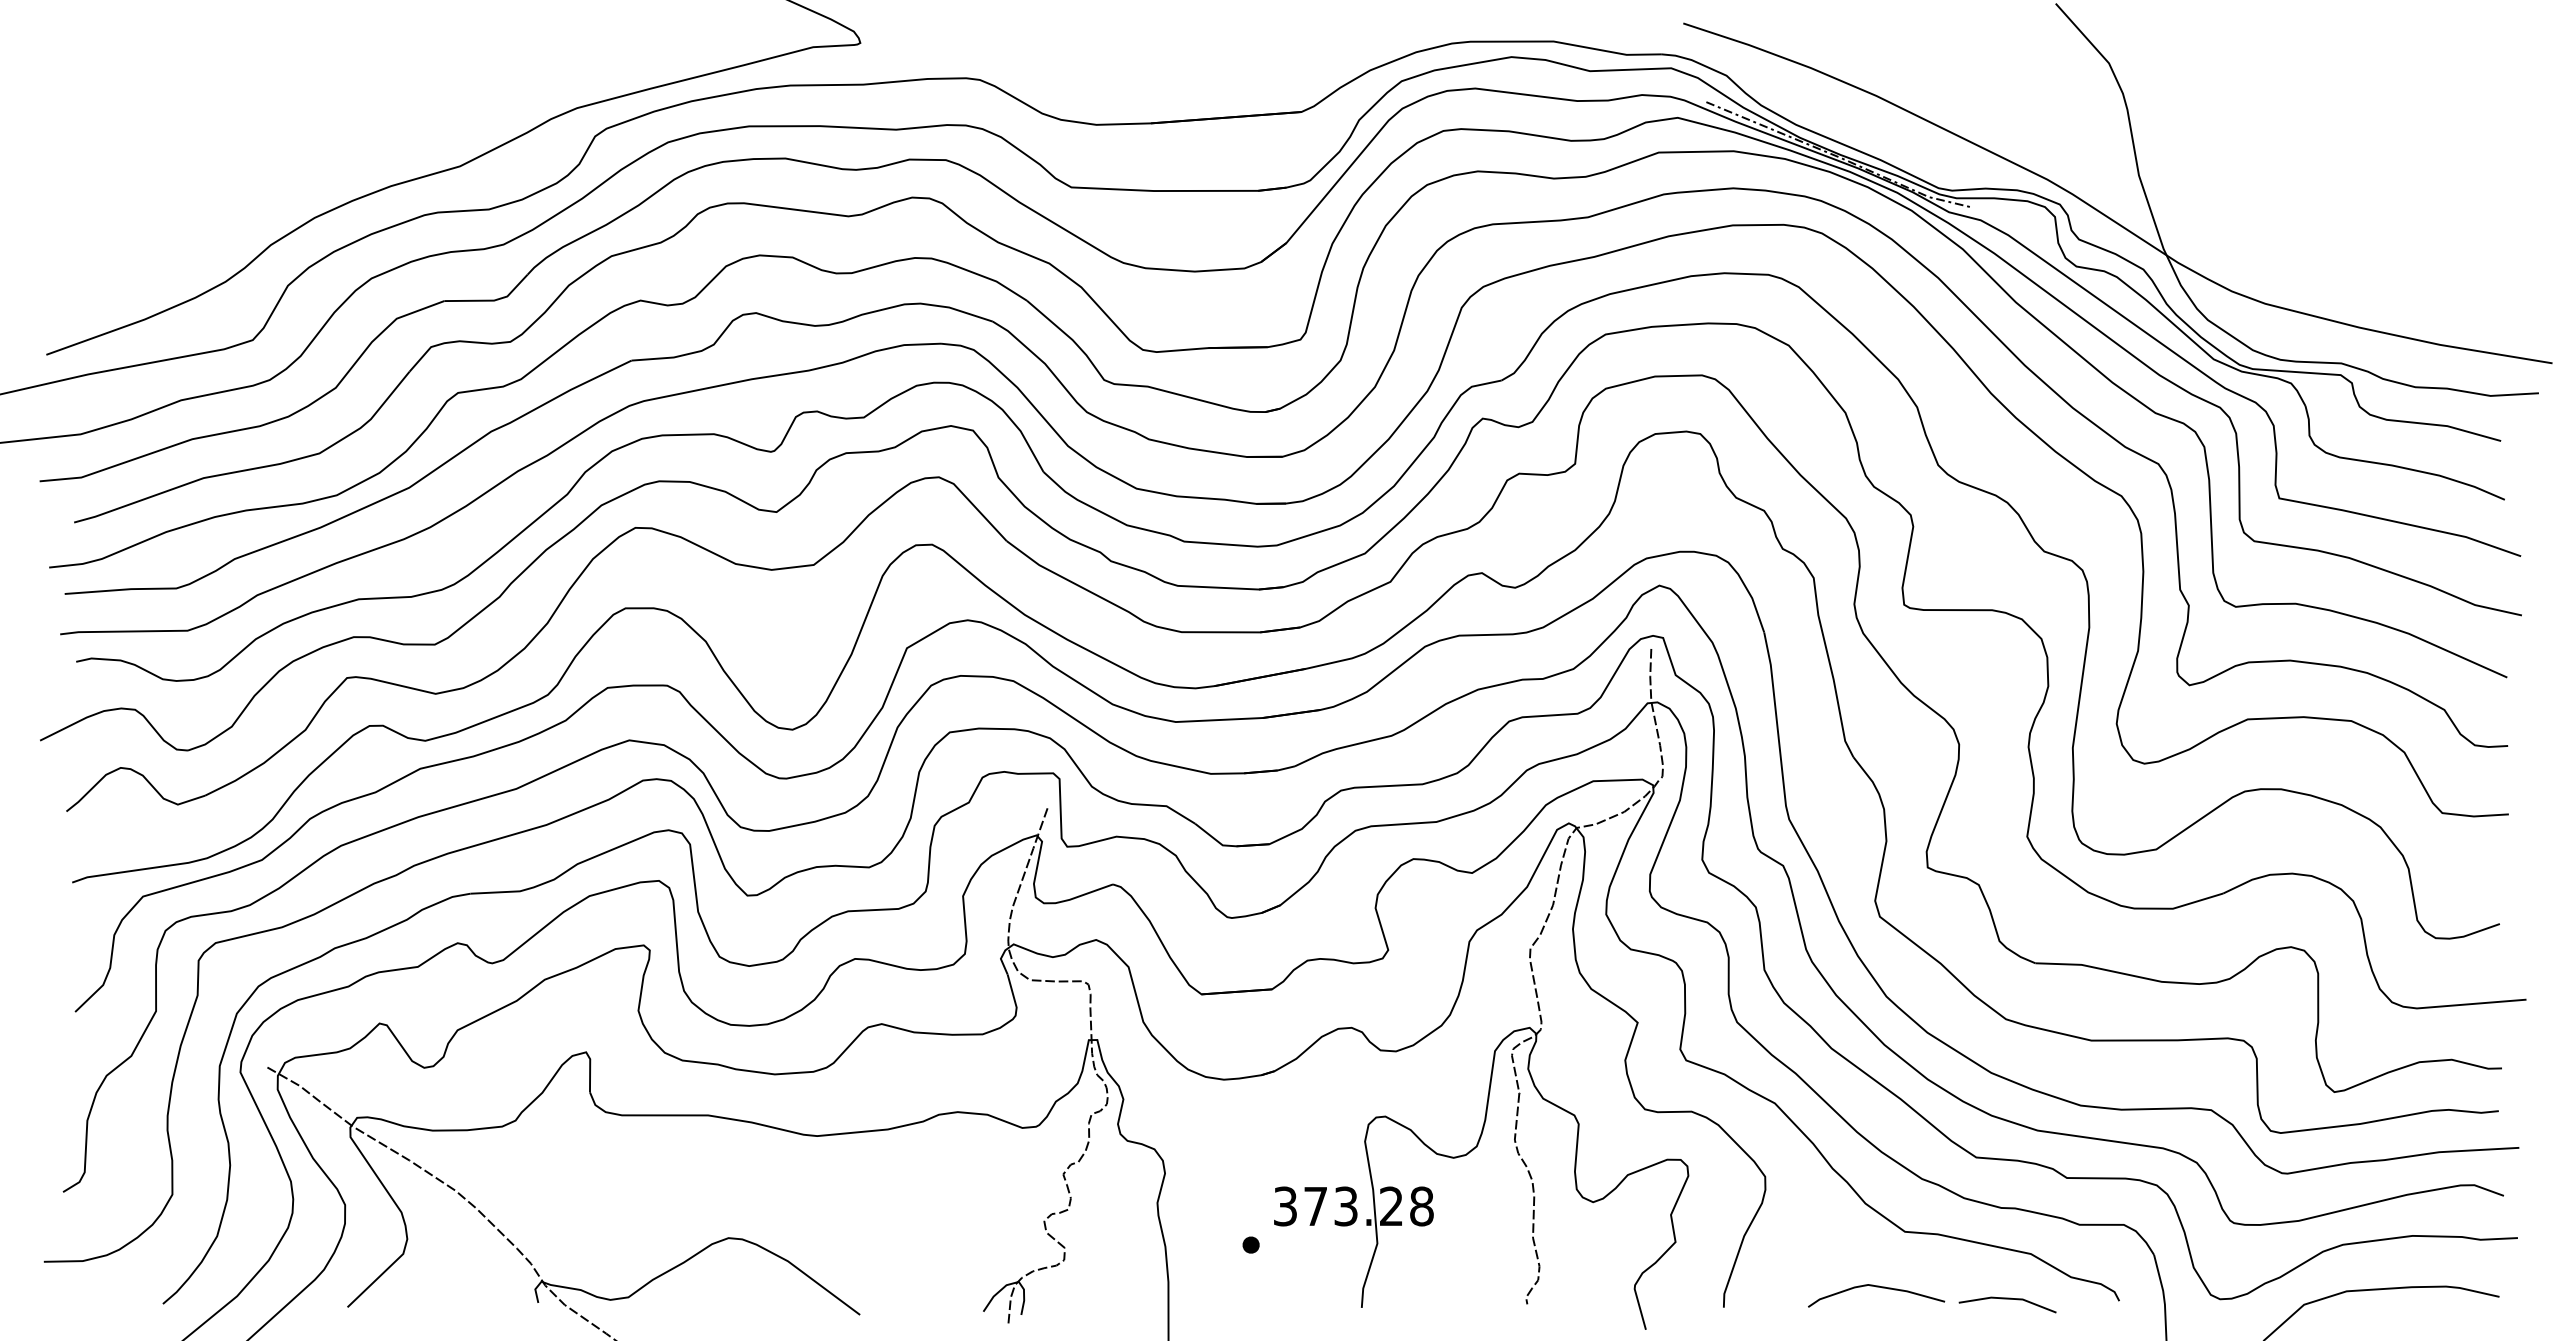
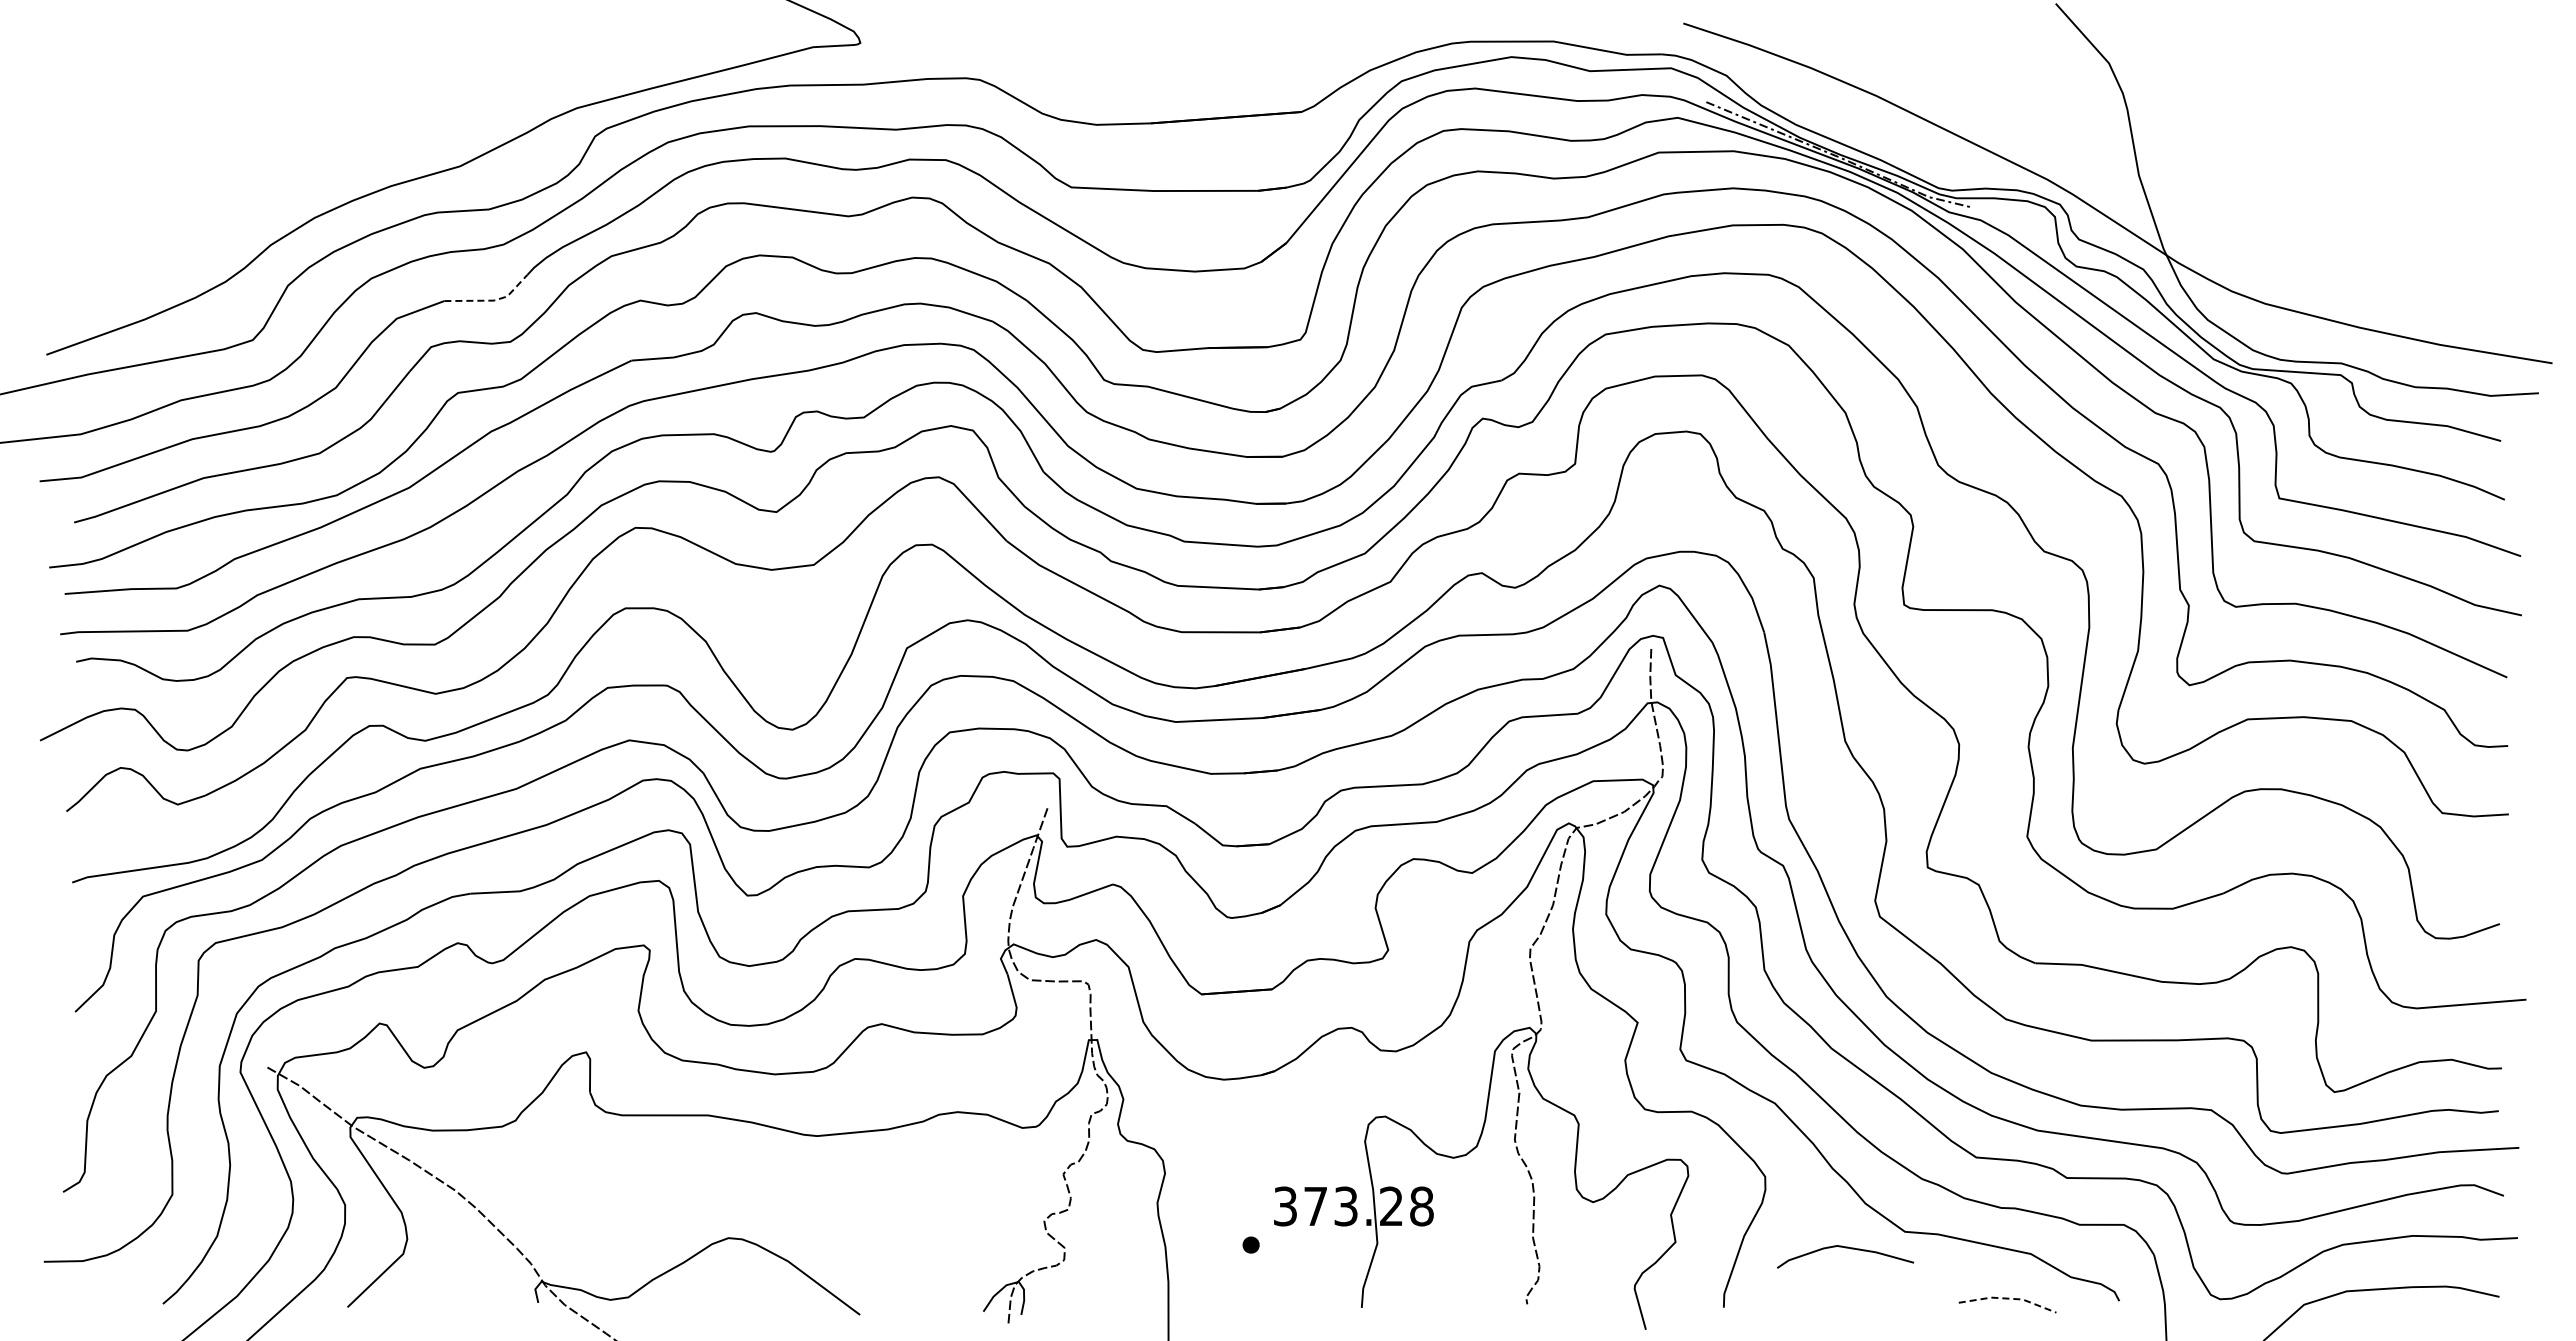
line at (492, 300): solid -> dashed
curve at (1876, 1287) position: (1876, 1287) -> (1845, 1248)
line at (2008, 1298): solid -> dashed
